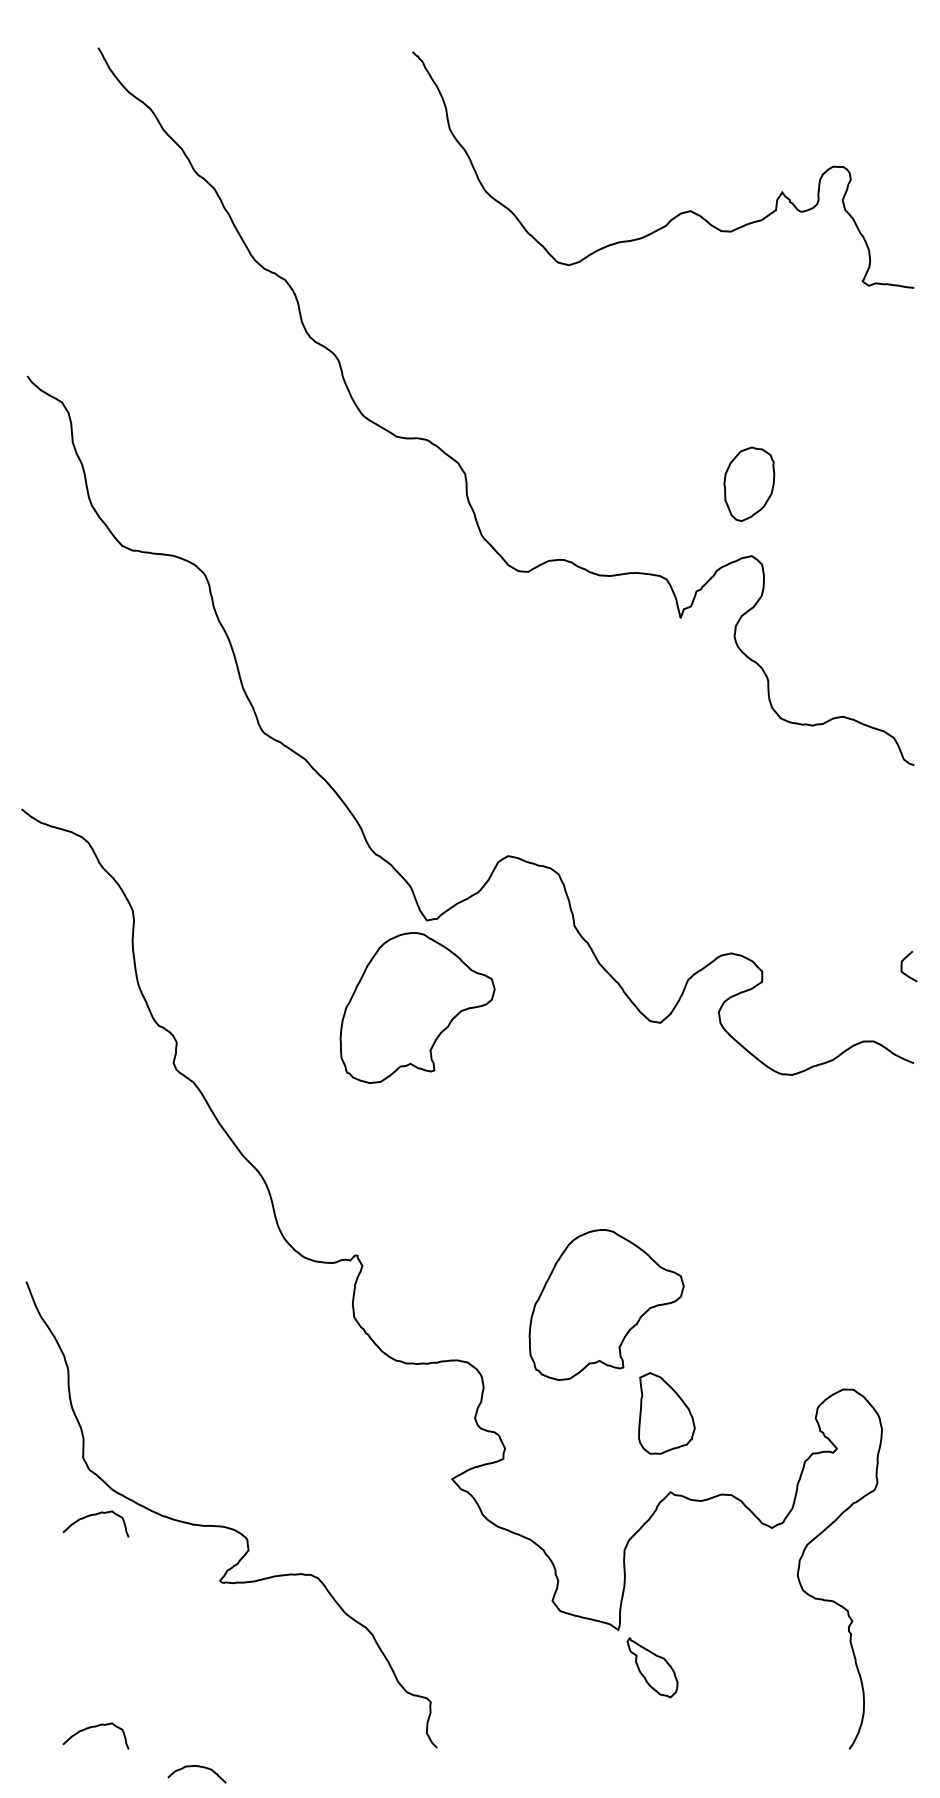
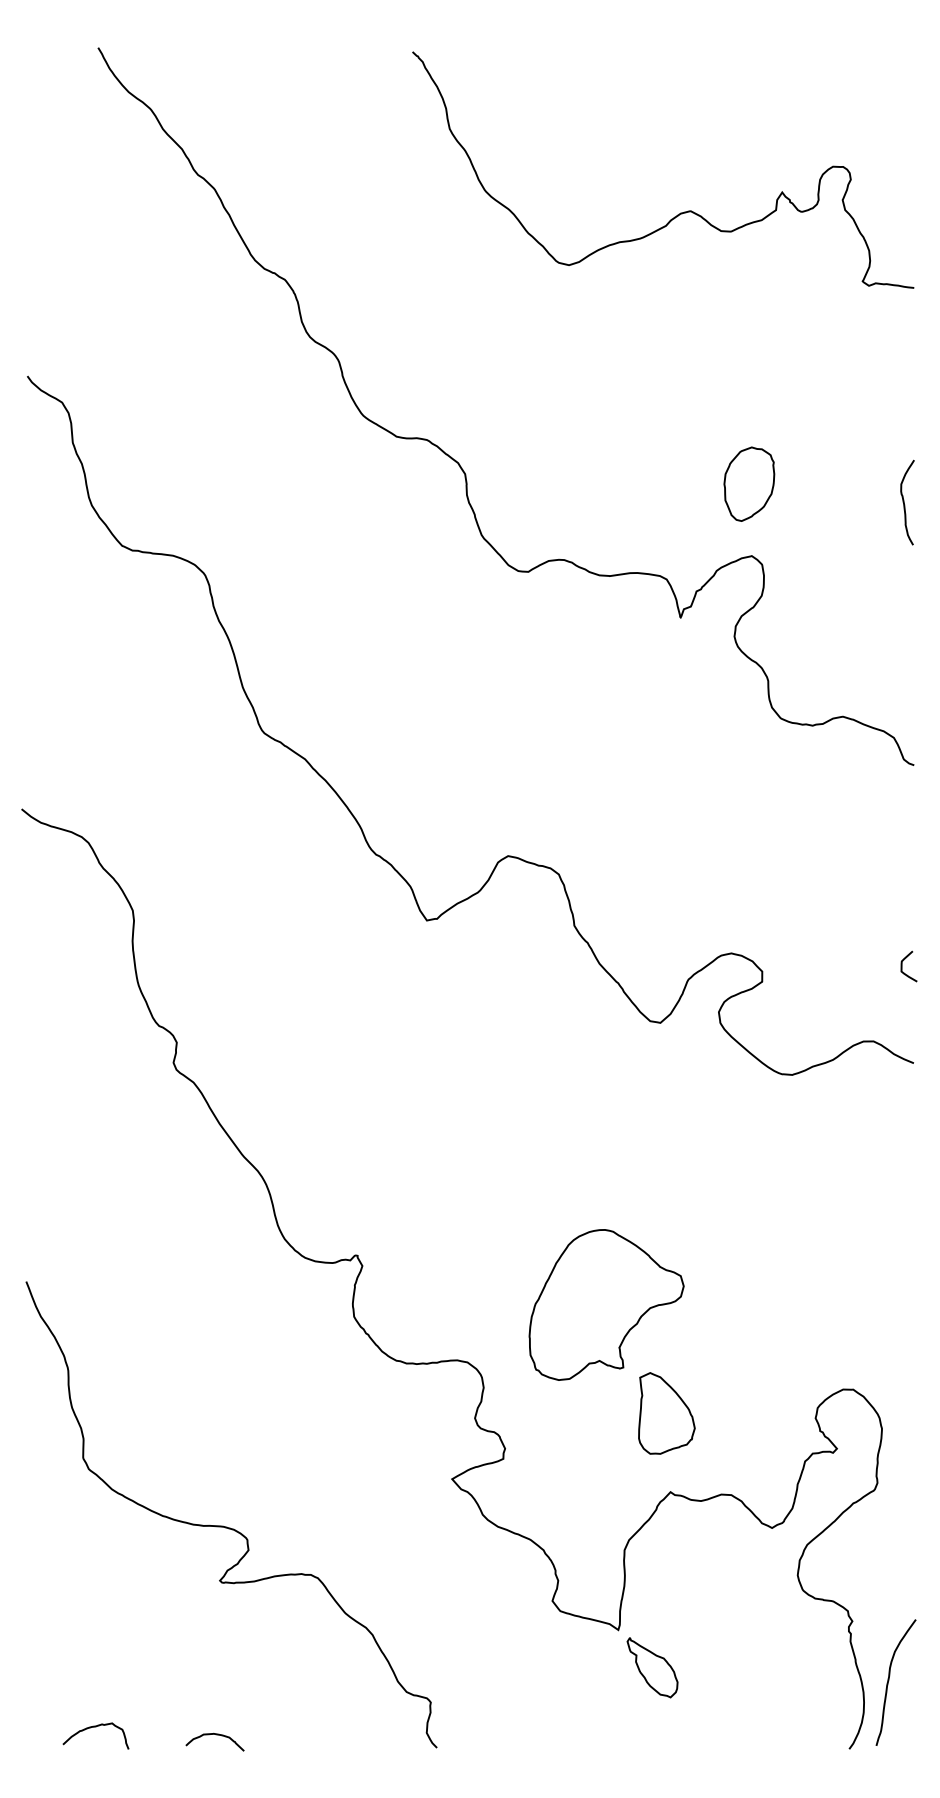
curve at (905, 504): none -> present
part at (417, 1007): present -> none
curve at (95, 1515): present -> none
curve at (889, 1680): none -> present
curve at (198, 1767) position: (198, 1767) -> (216, 1735)
